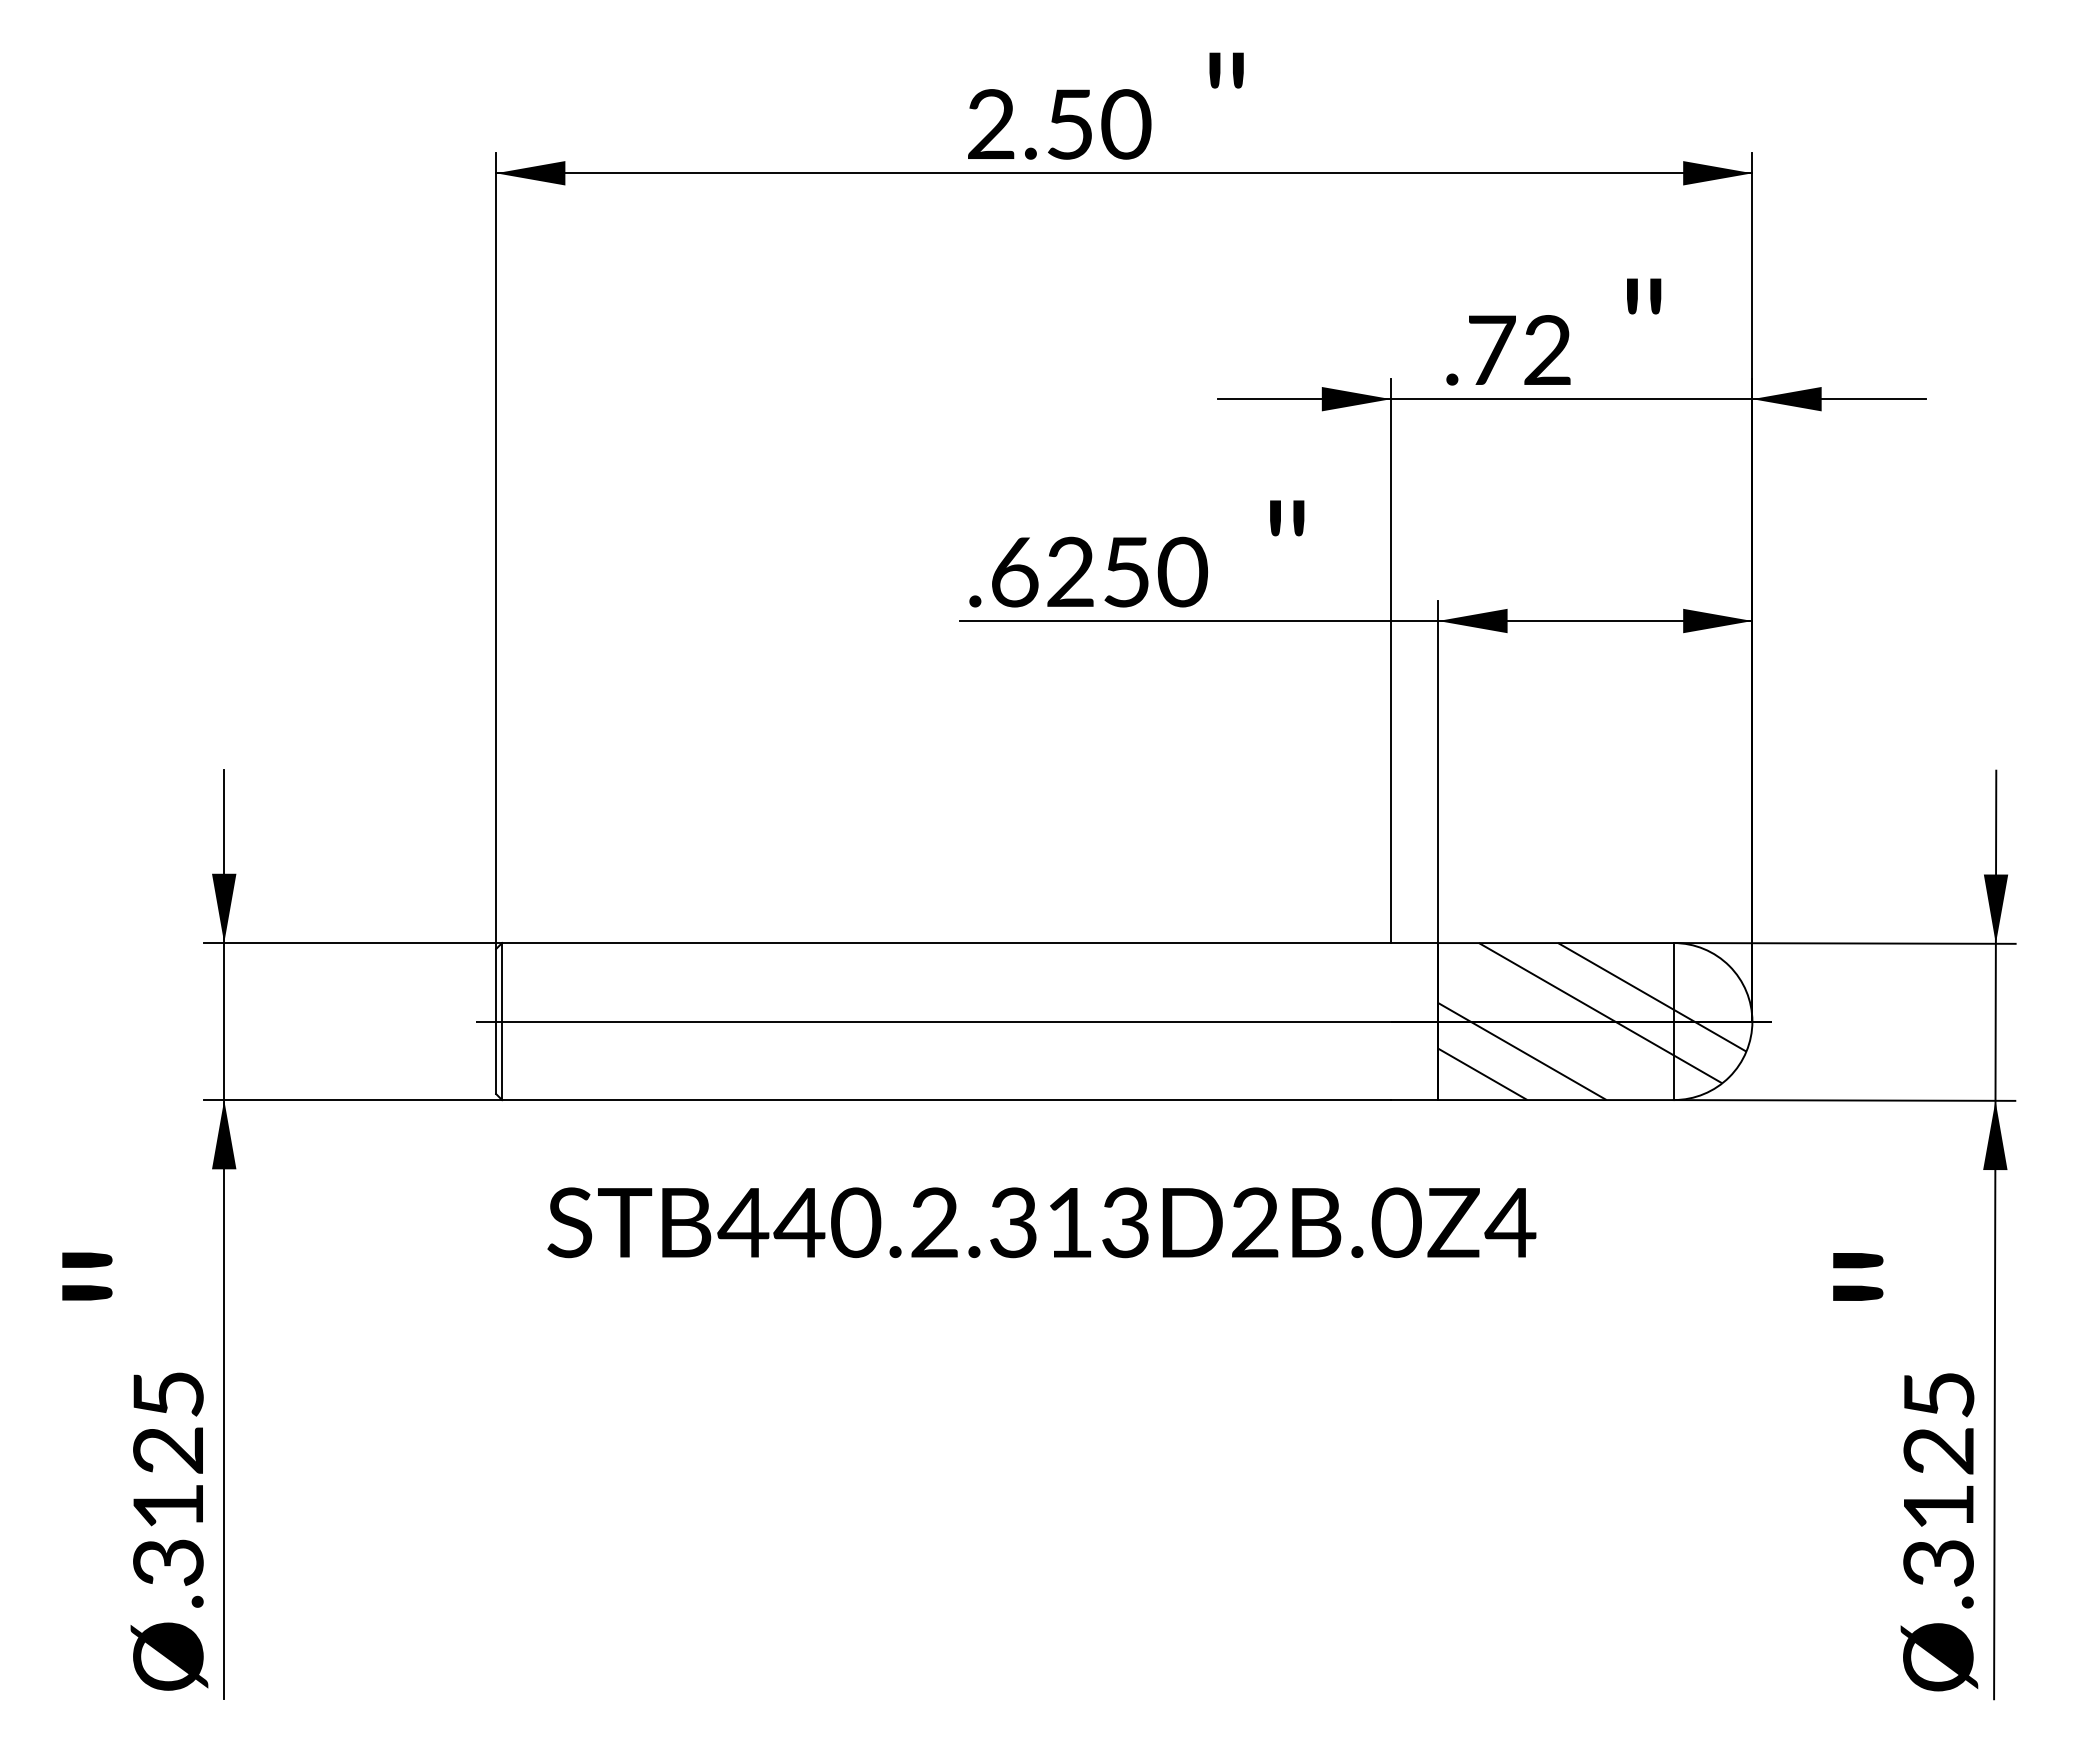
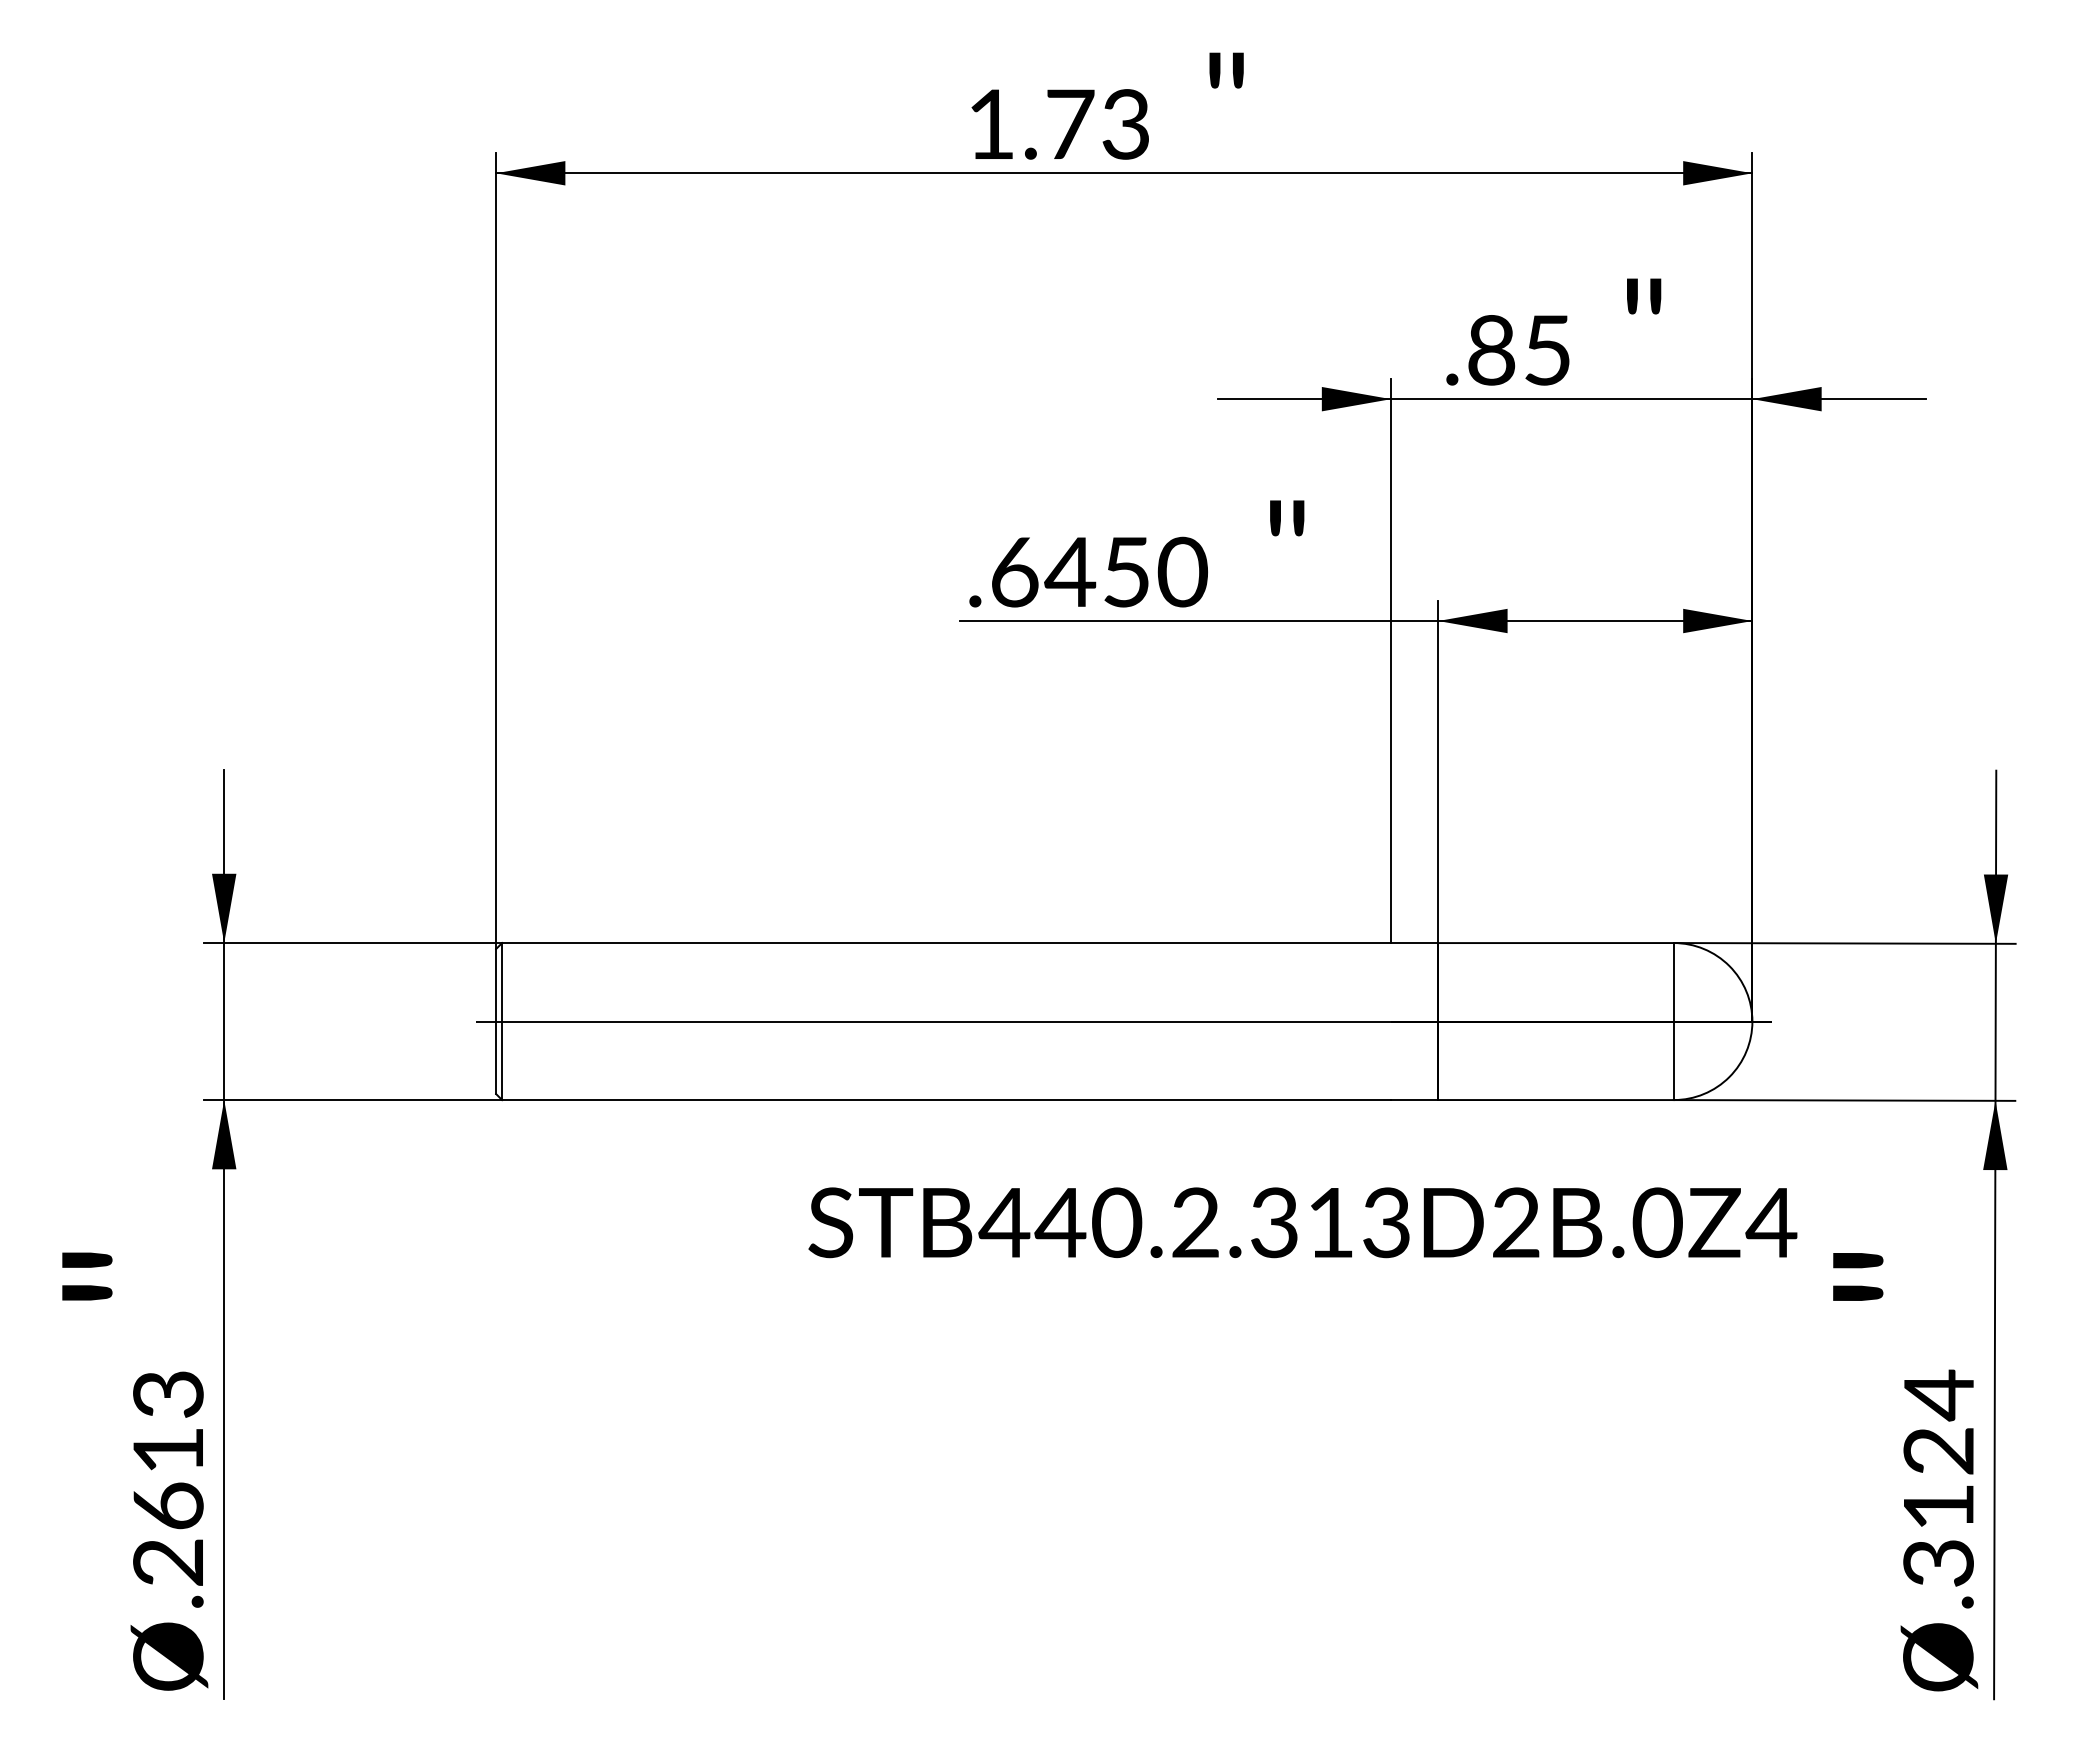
text at (1059, 124): 2.50 -> 1.73
text at (1519, 350): .72 -> .85
text at (1070, 571): .6250 -> .6450
hatch at (1592, 1021): present -> none
text at (1041, 1222) position: (1041, 1222) -> (1302, 1222)
text at (1939, 1395): .3125 -> .3124
text at (168, 1478): .3125 -> .2613
